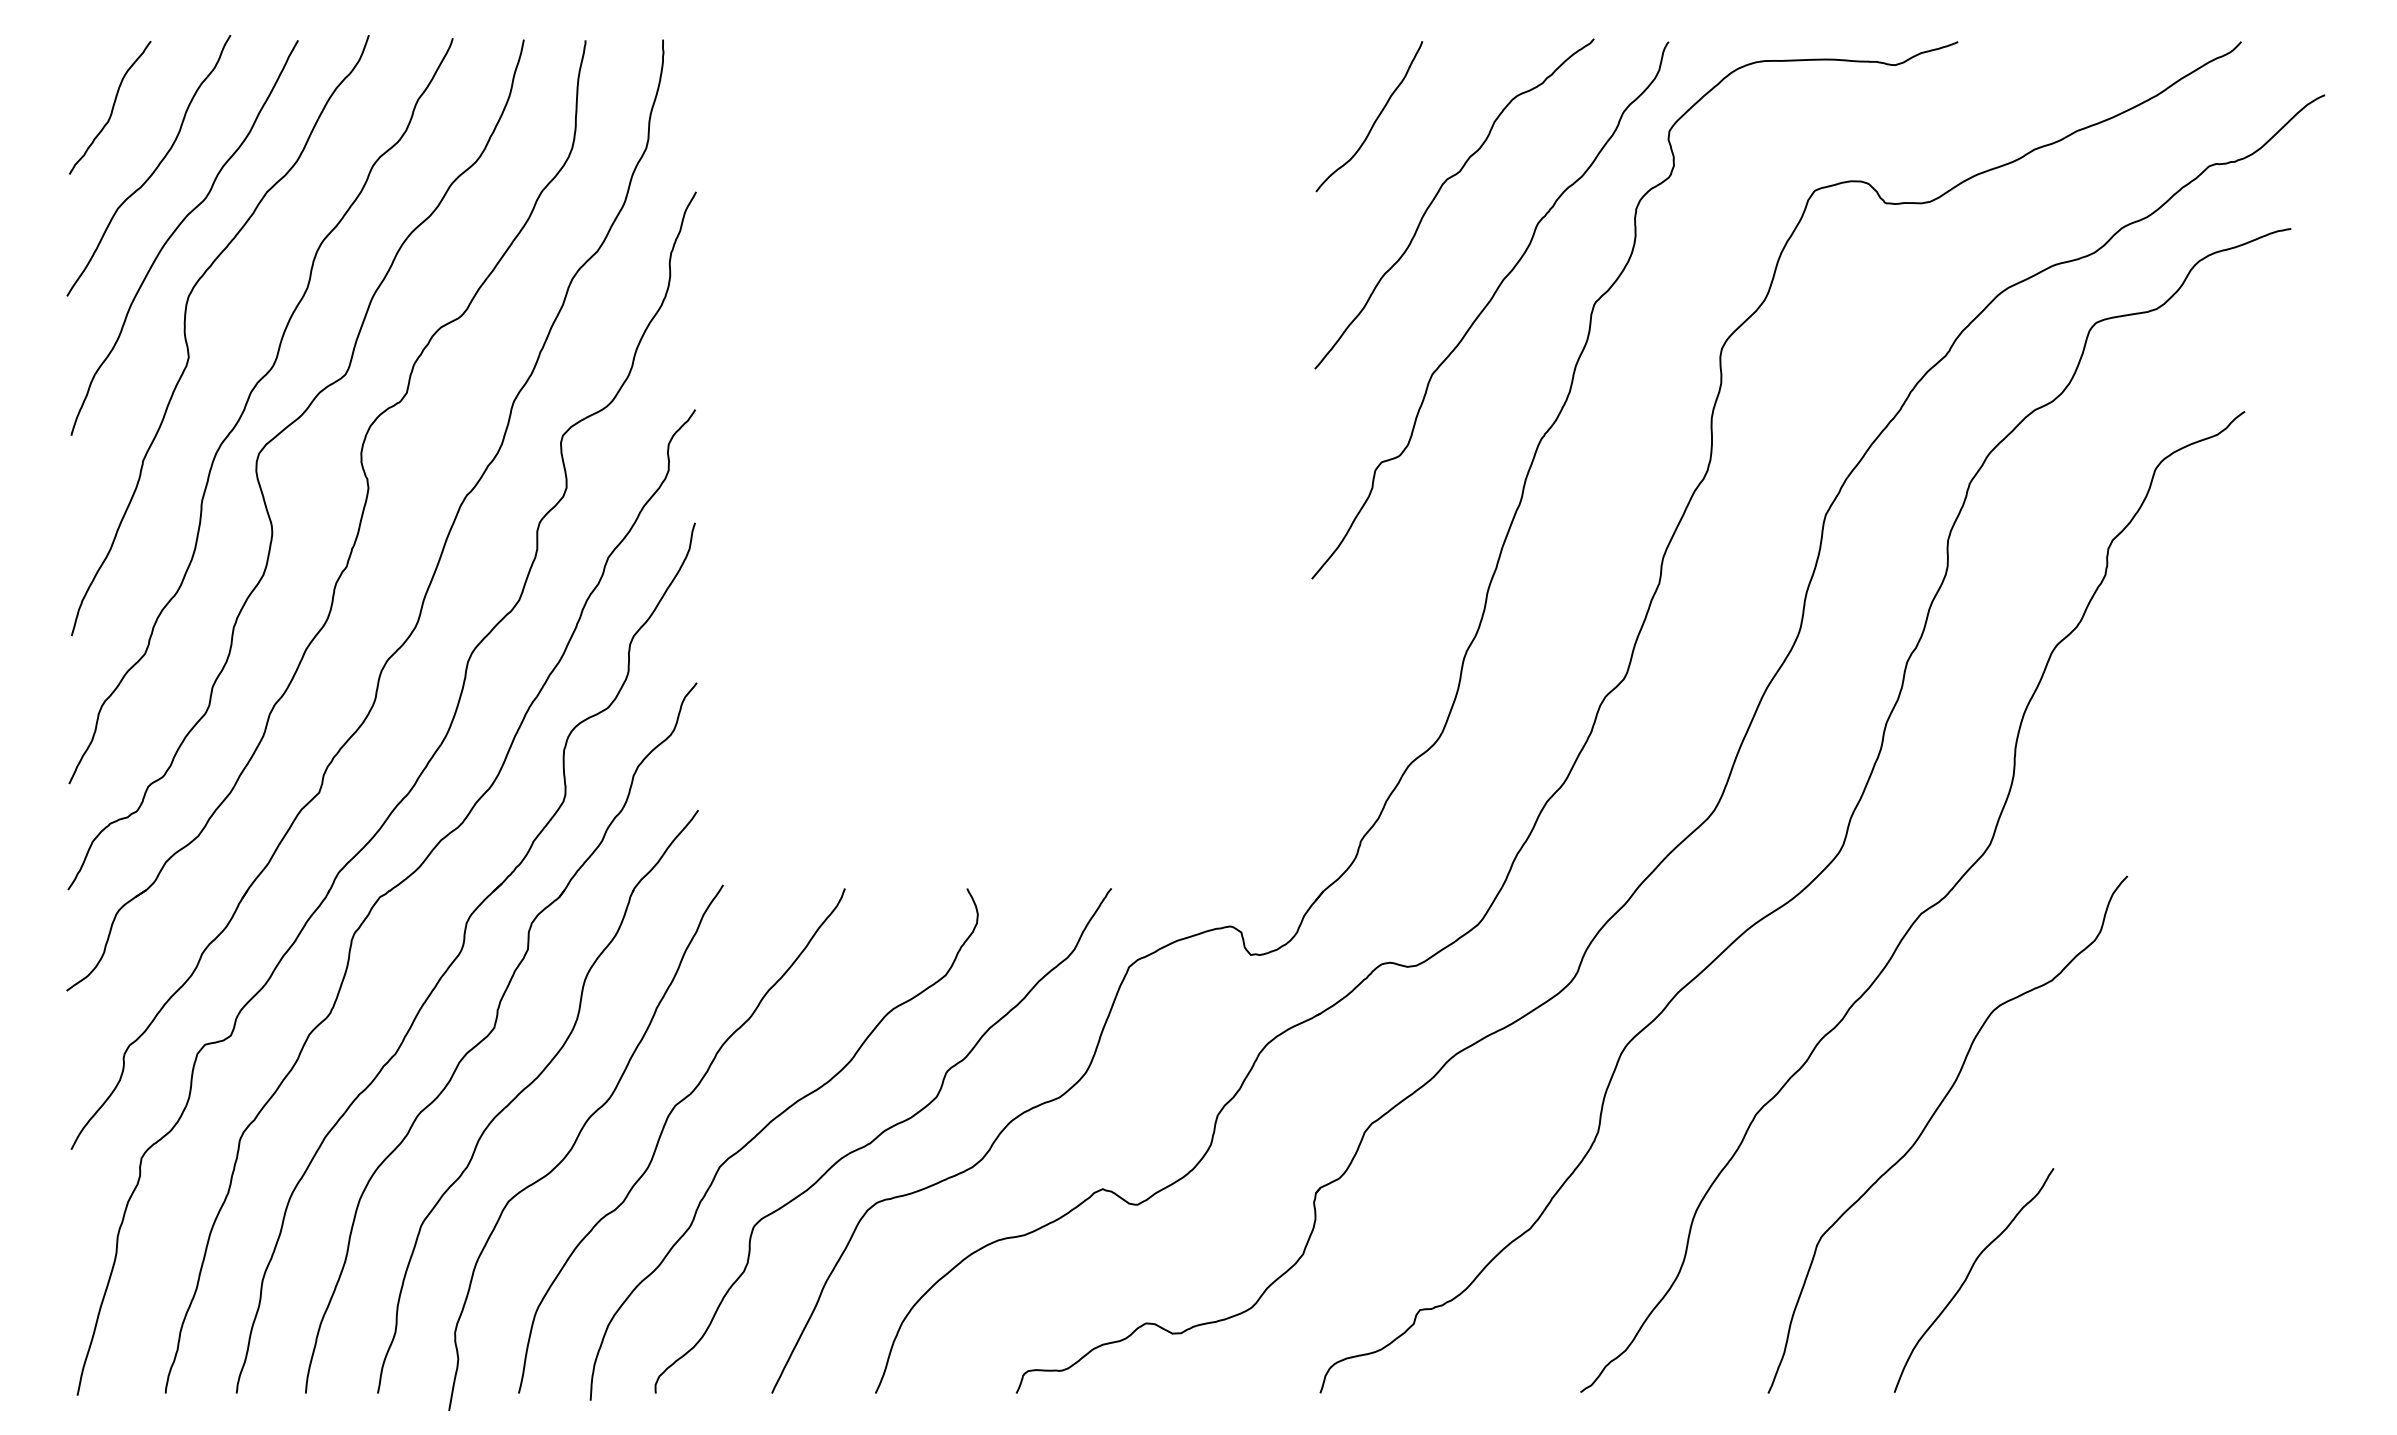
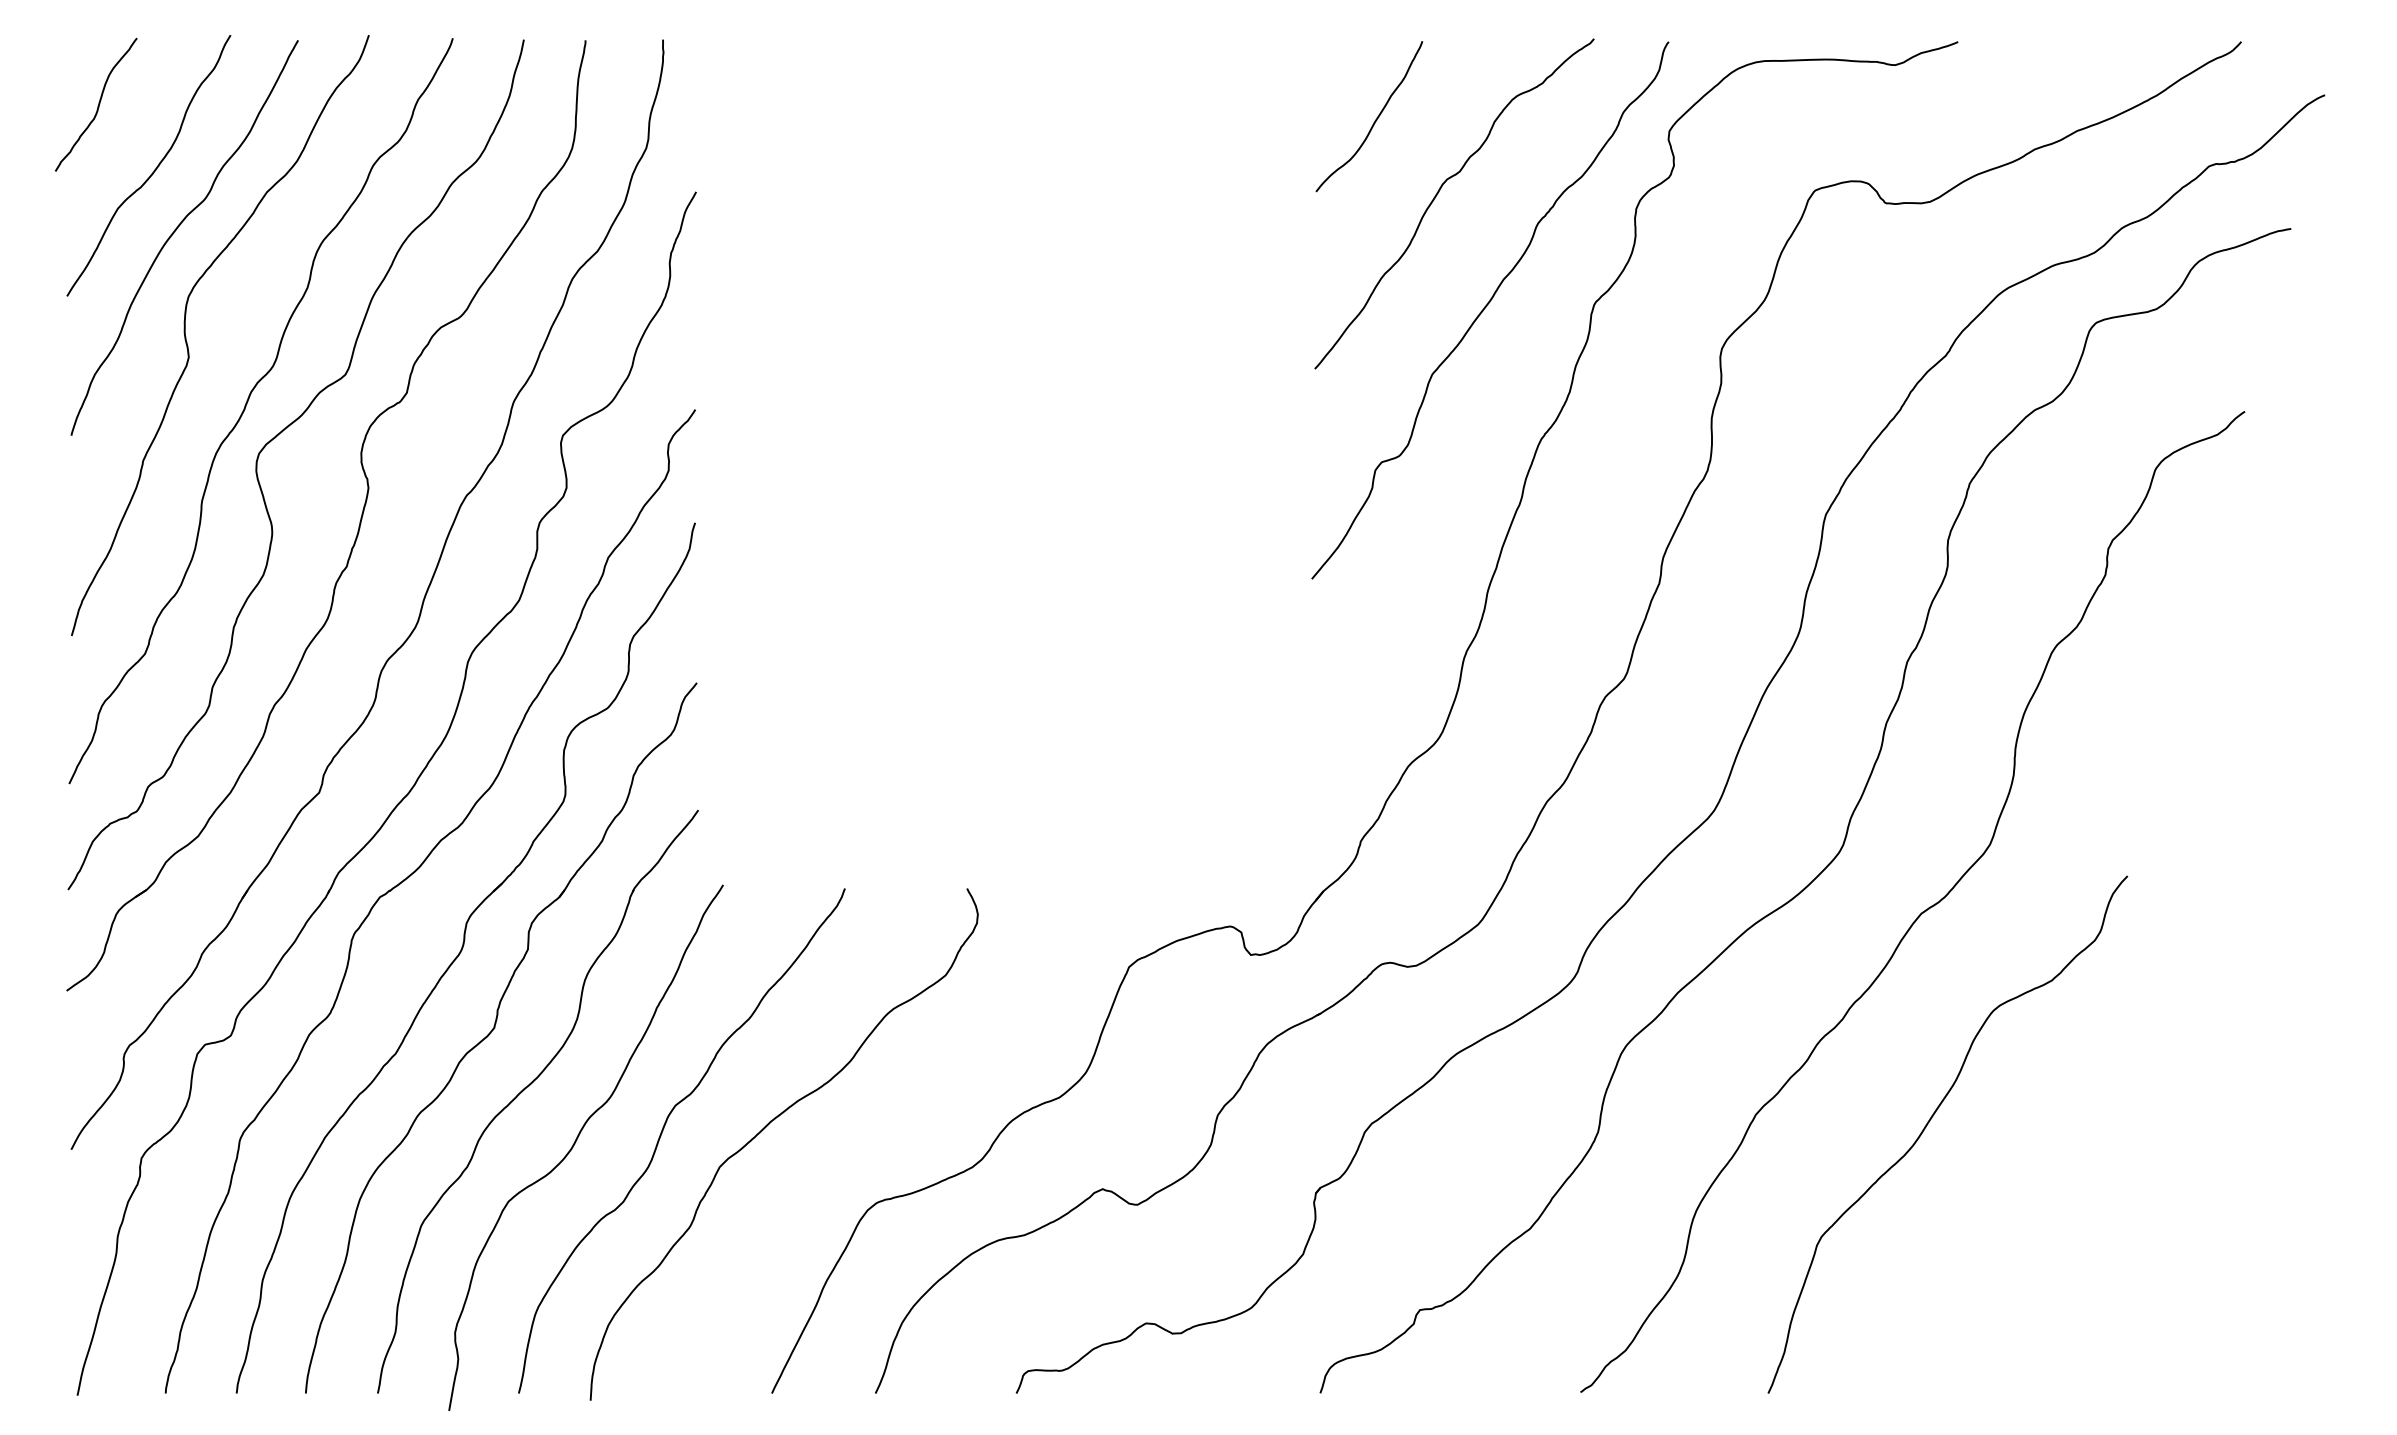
curve at (112, 107) position: (112, 107) -> (98, 104)
curve at (879, 1136): present -> none
curve at (1967, 1278): present -> none
